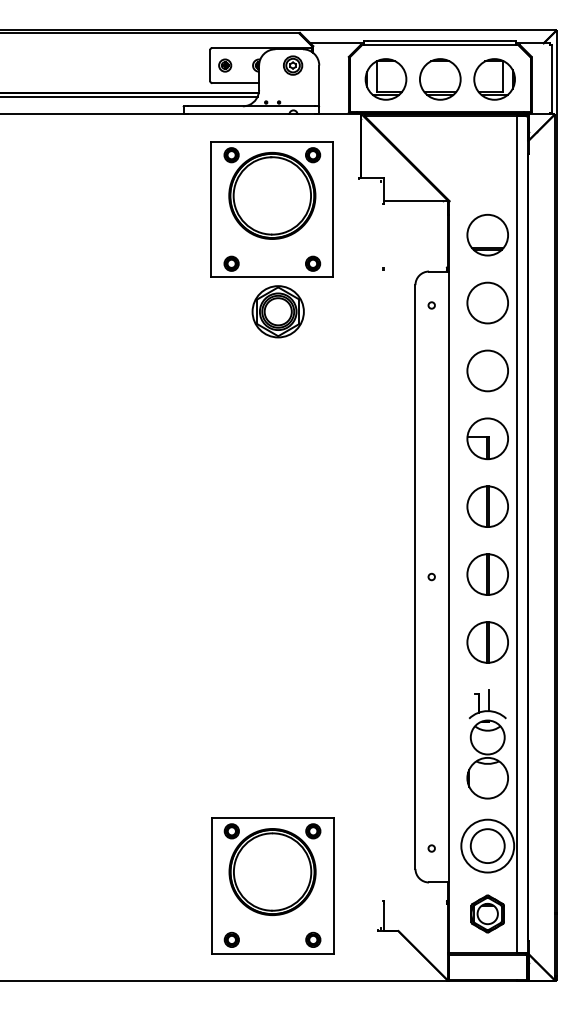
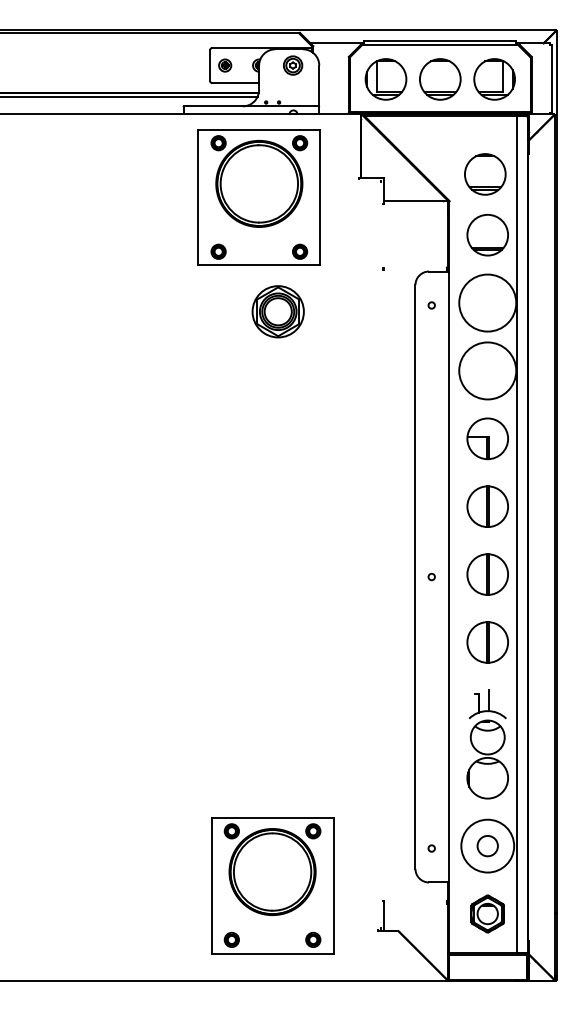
part at (485, 174): none -> present
part at (271, 209) position: (271, 209) -> (258, 197)
circle at (487, 302) diameter: 41 px -> 57 px
circle at (487, 370) diameter: 41 px -> 57 px
circle at (487, 846) diameter: 34 px -> 20 px
